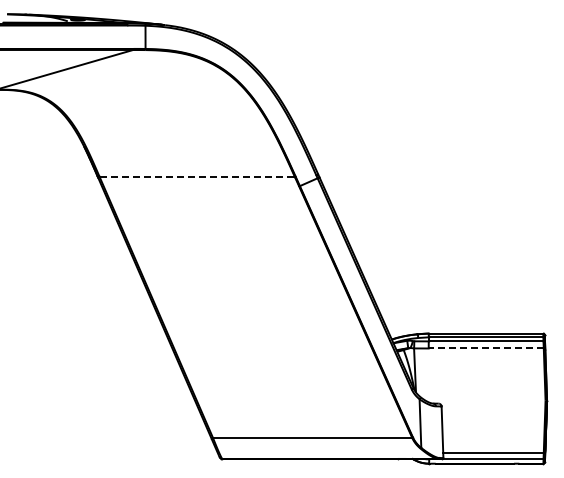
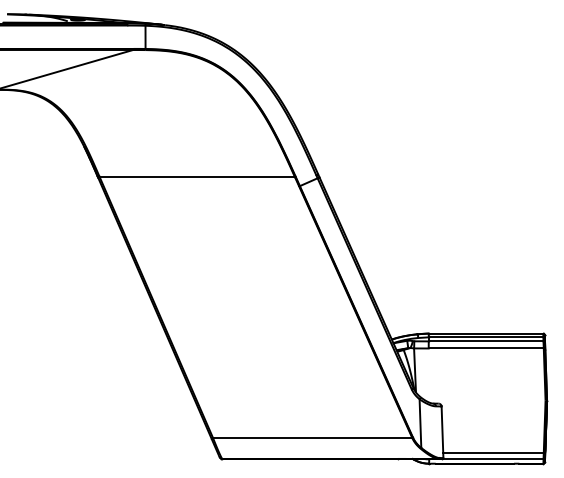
line at (197, 177): dashed -> solid
line at (486, 348): dashed -> solid
